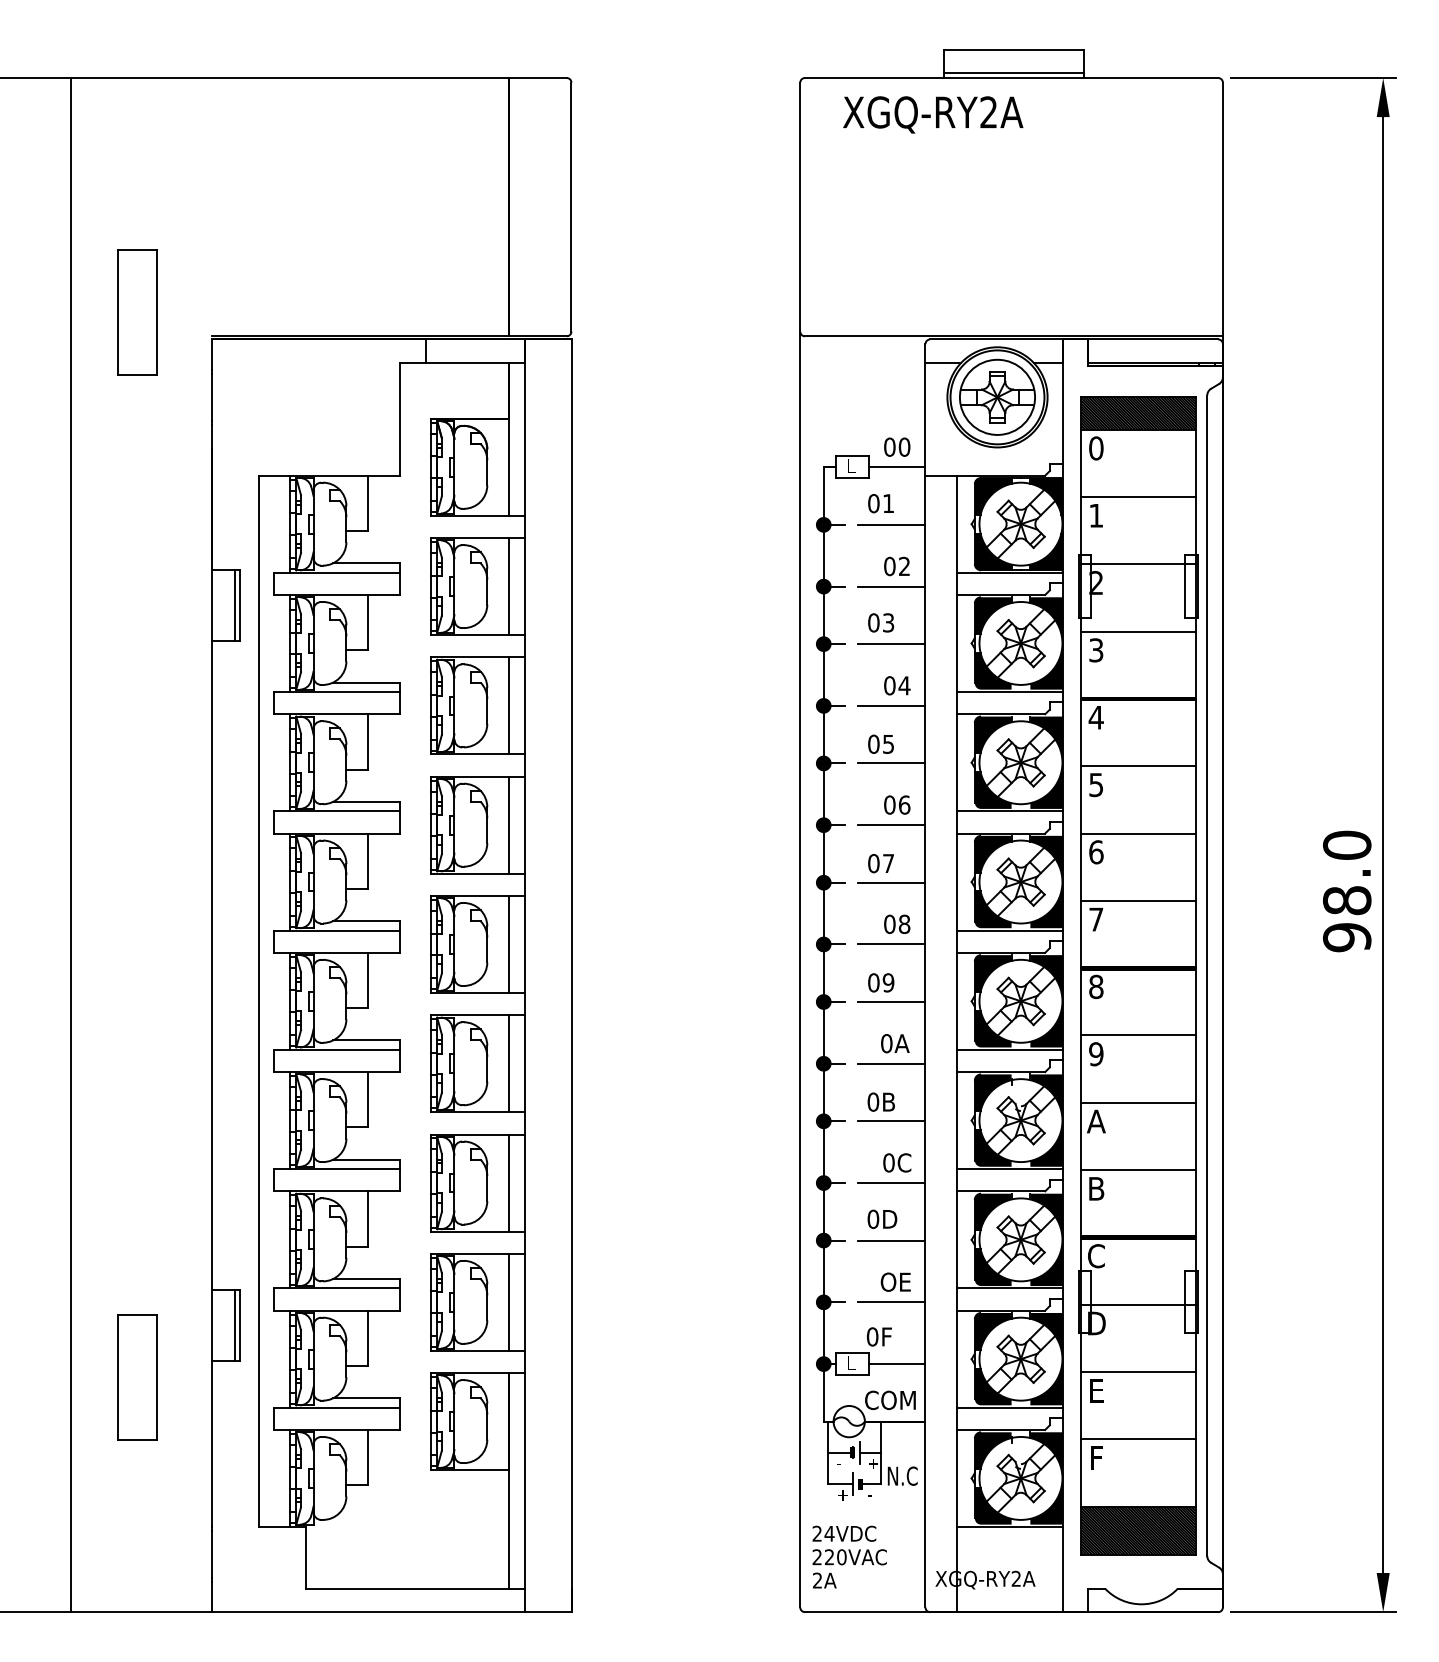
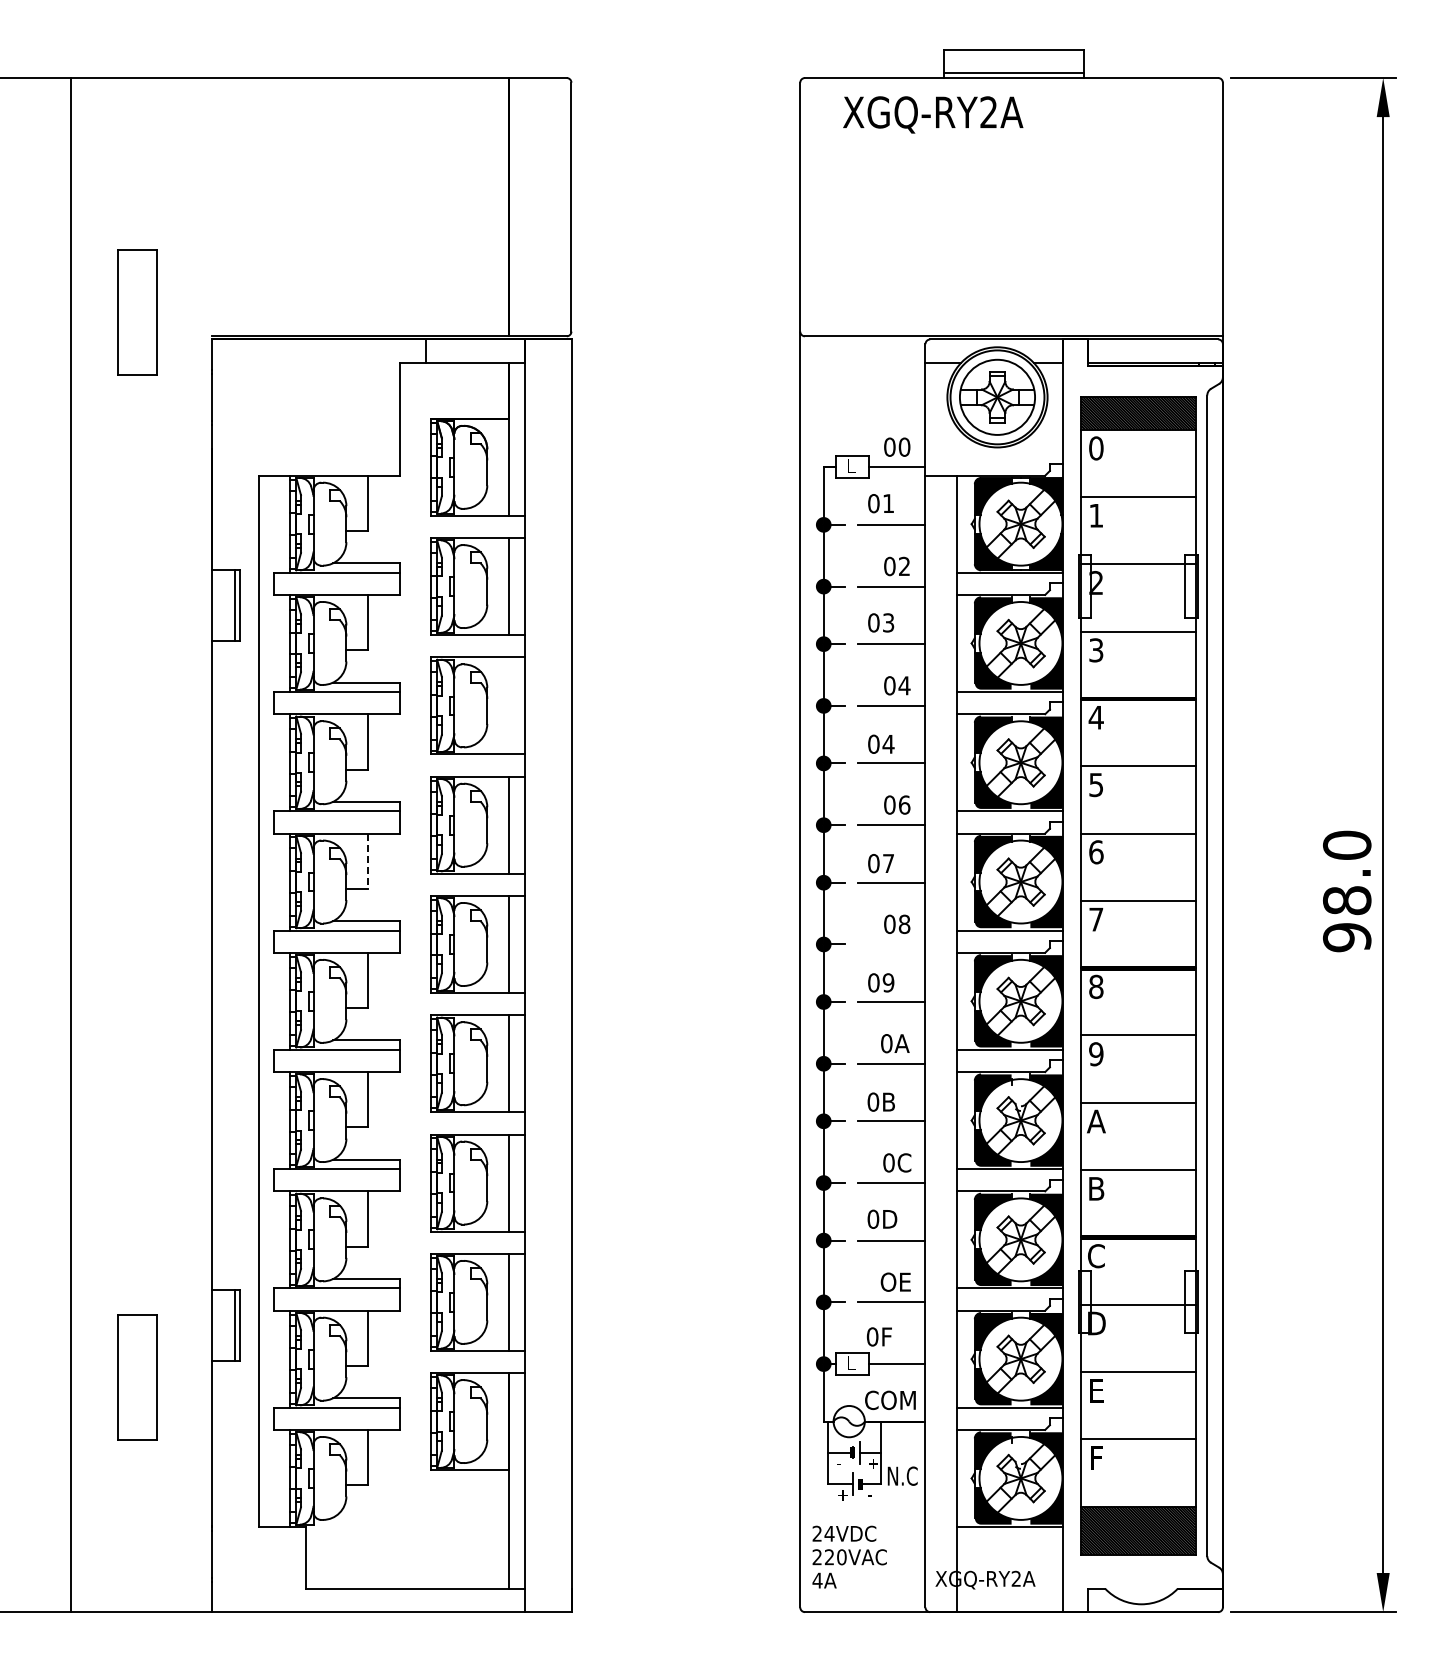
line at (509, 705): present -> none
text at (888, 744): 05 -> 04
line at (368, 861): solid -> dashed
line at (891, 944): present -> none
text at (817, 1580): 2A -> 4A
